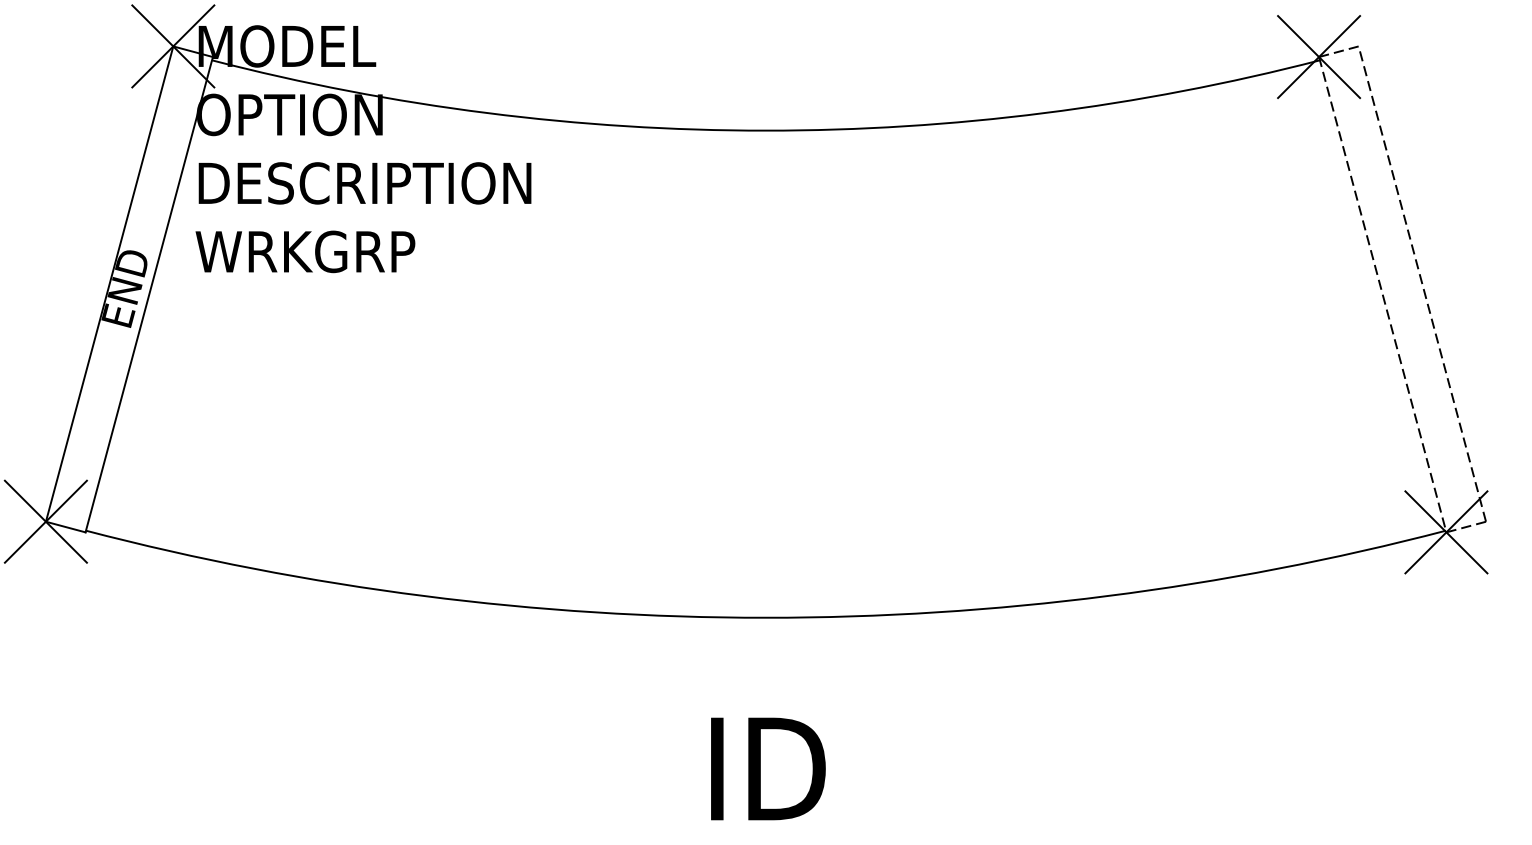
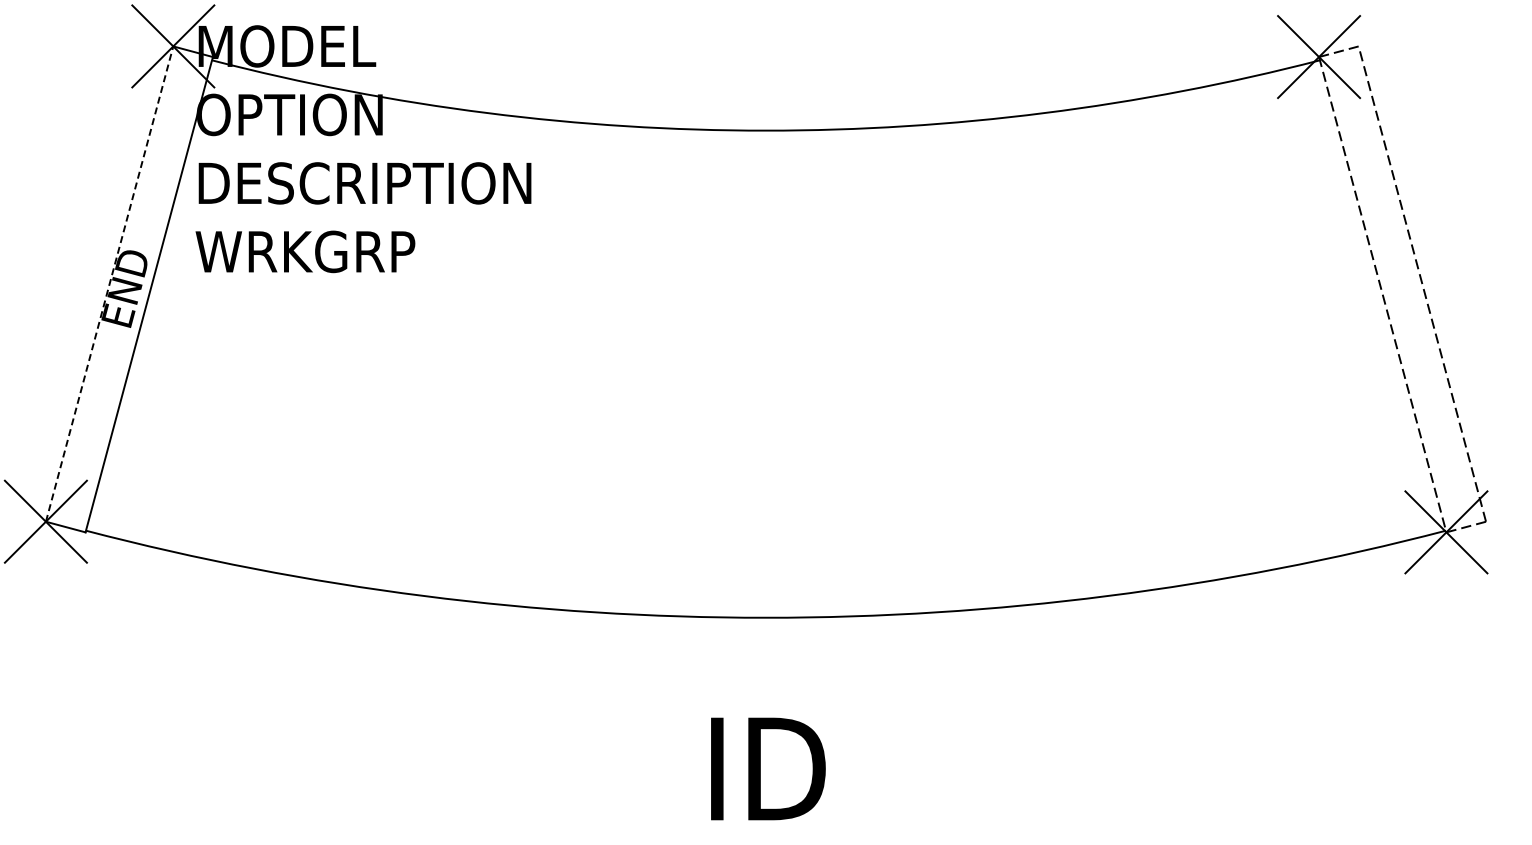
line at (109, 283): solid -> dashed
